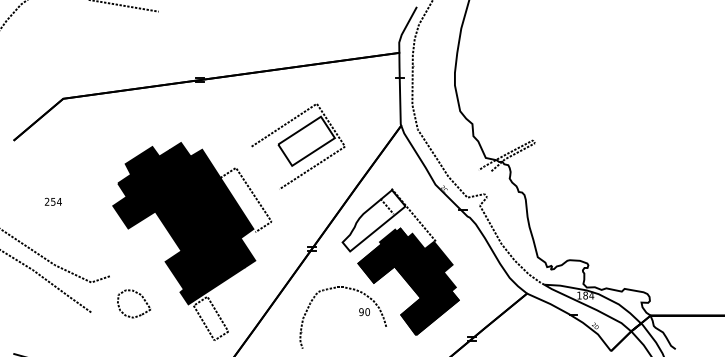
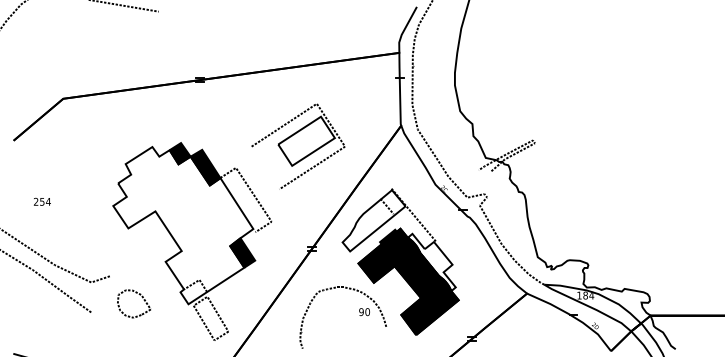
text at (53, 201) position: (53, 201) -> (42, 201)
fill at (183, 225): present -> none
fill at (431, 262): present -> none
